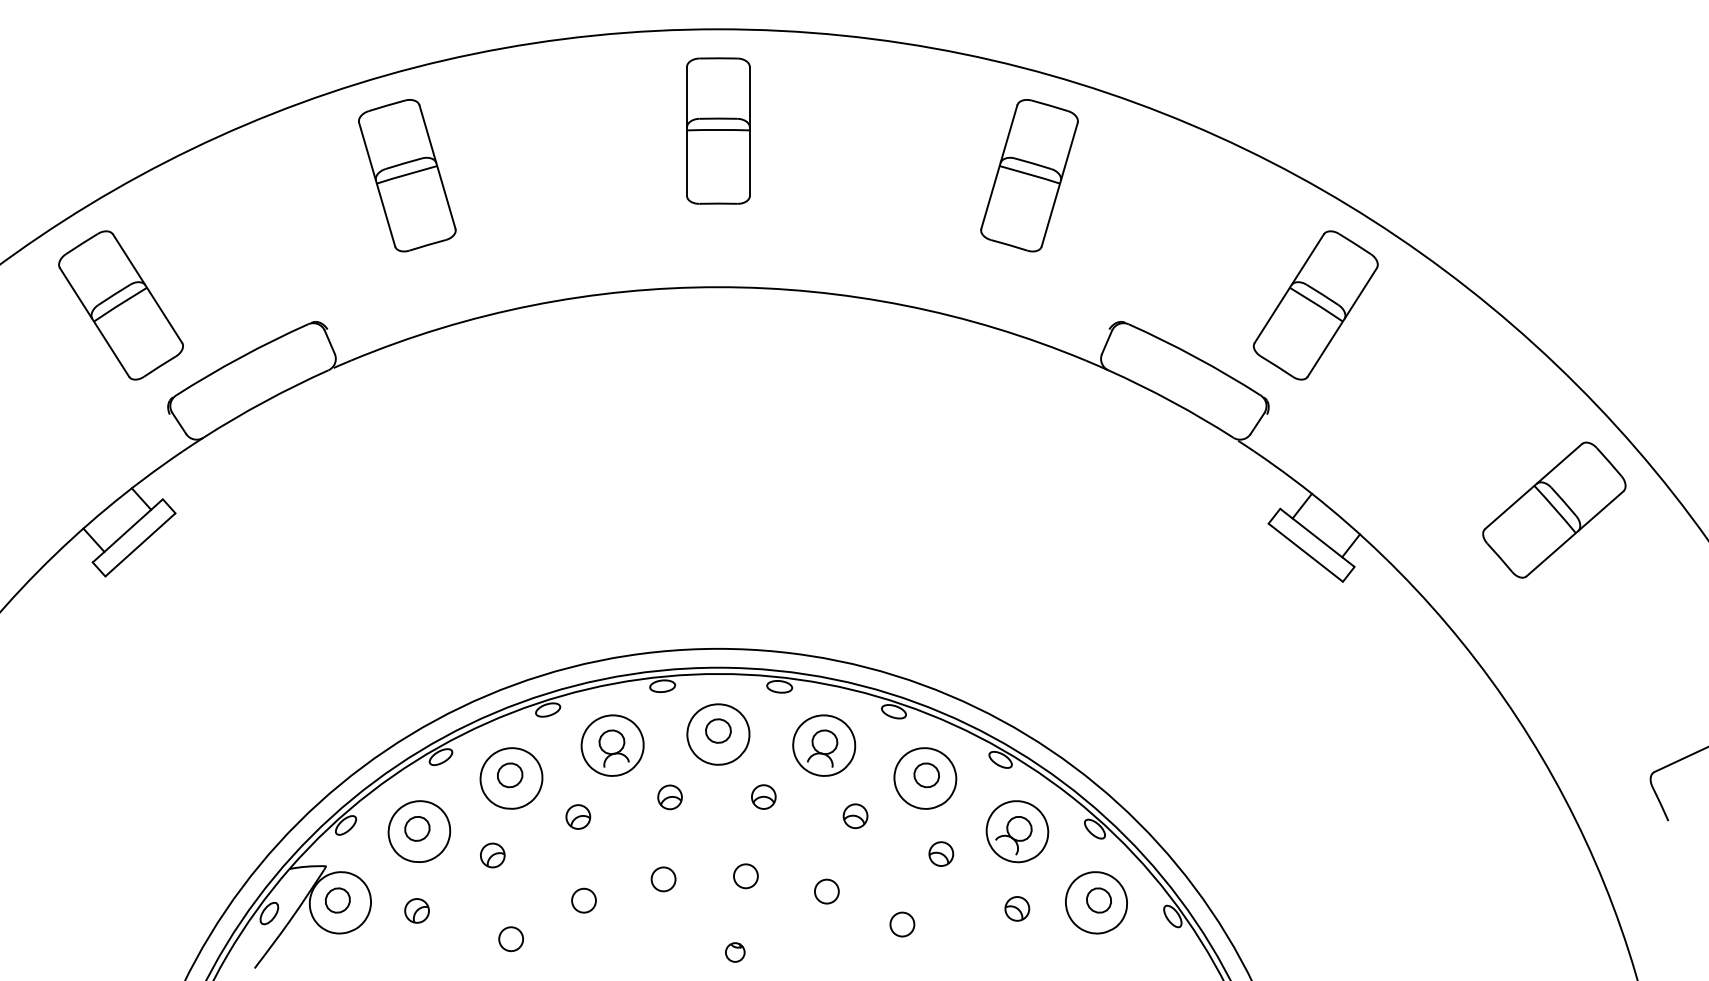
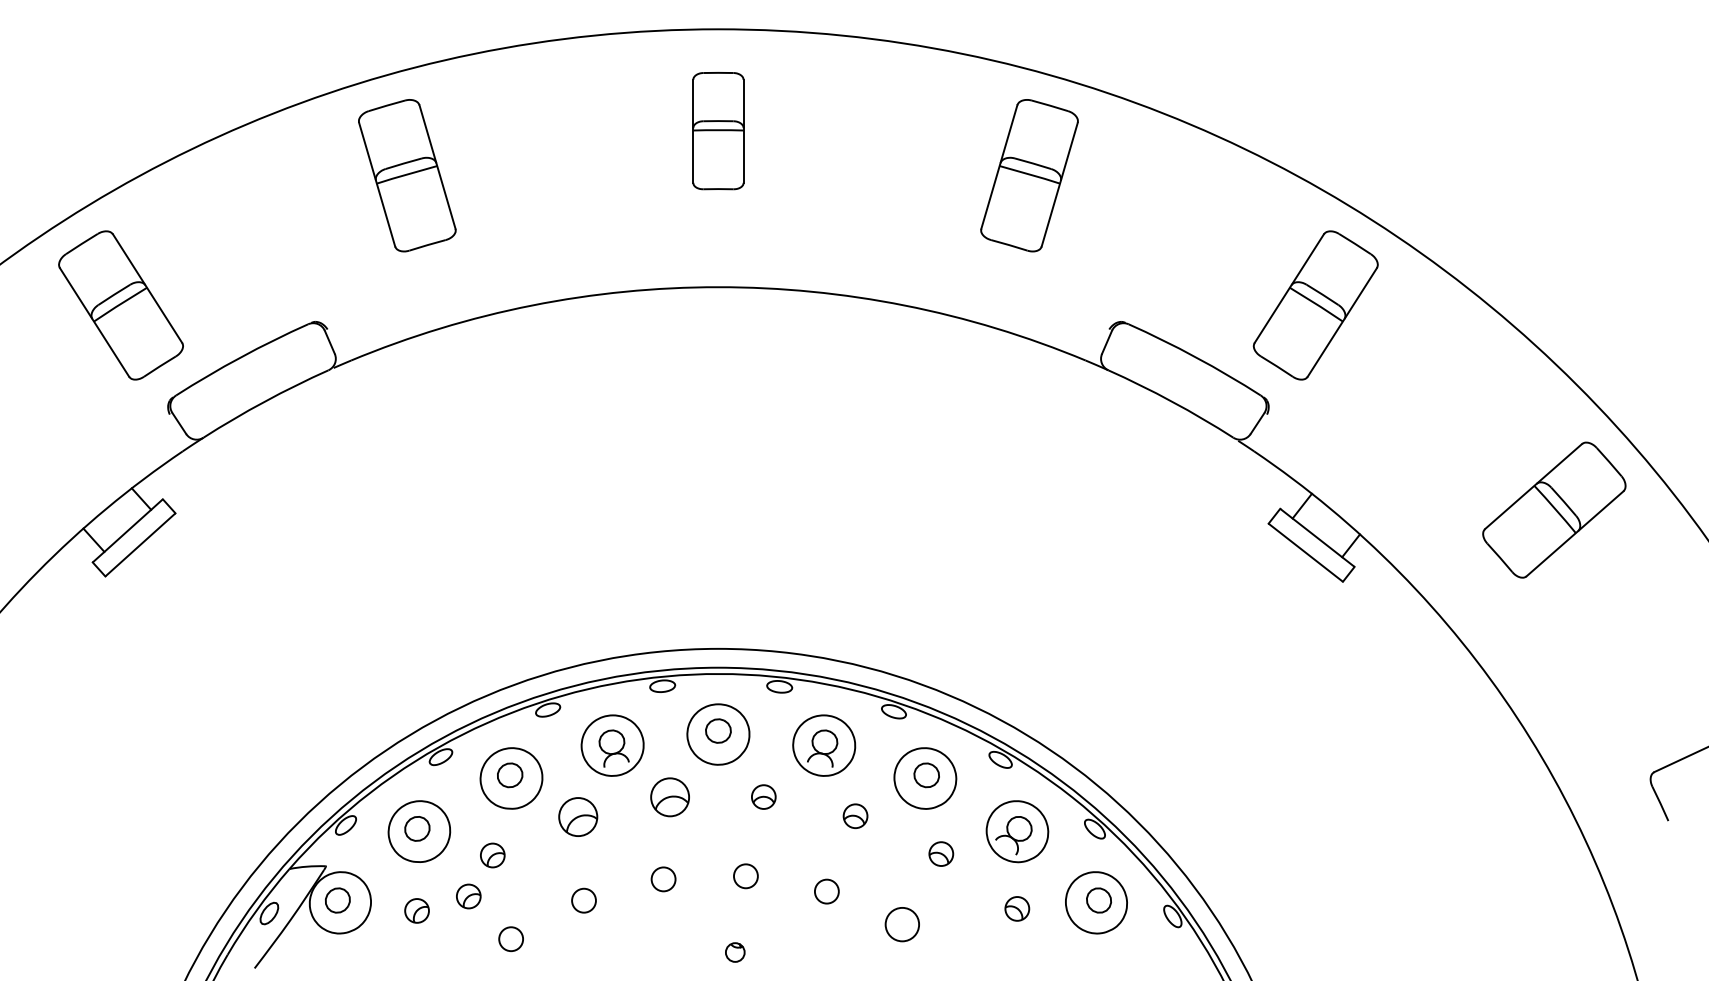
part at (718, 130) size: 65x148 px -> 53x119 px
part at (669, 797) size: 26x27 px -> 40x41 px
part at (578, 816) size: 27x26 px -> 41x40 px
part at (468, 896): none -> present
circle at (902, 924) size: 27x27 px -> 36x36 px
